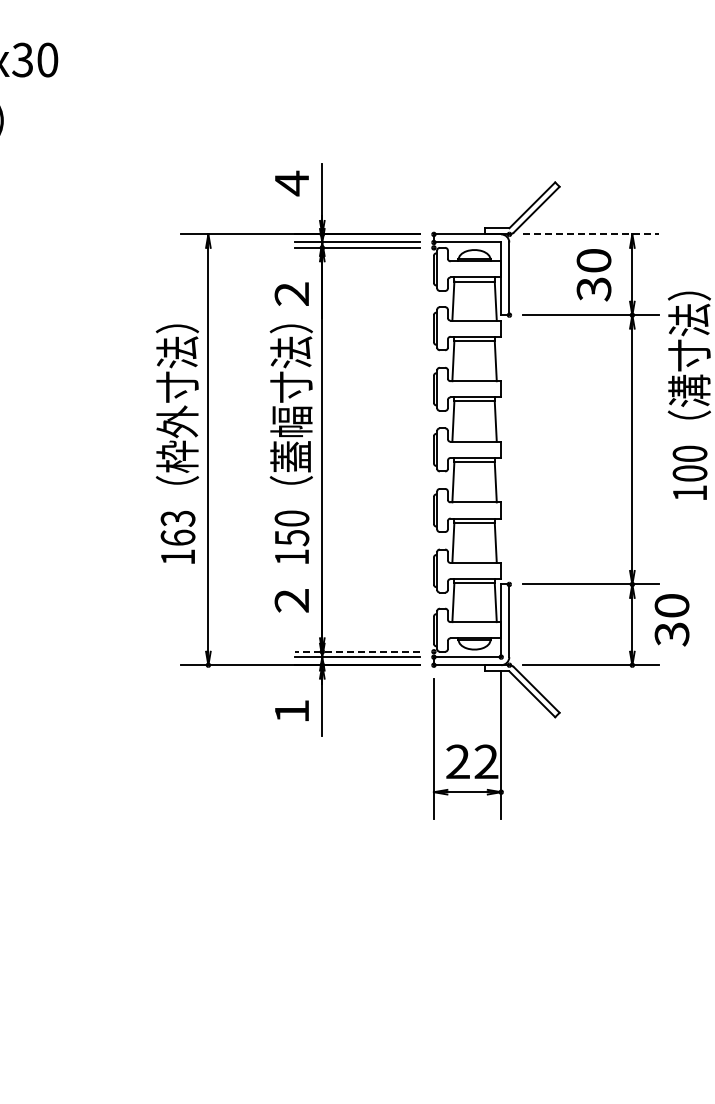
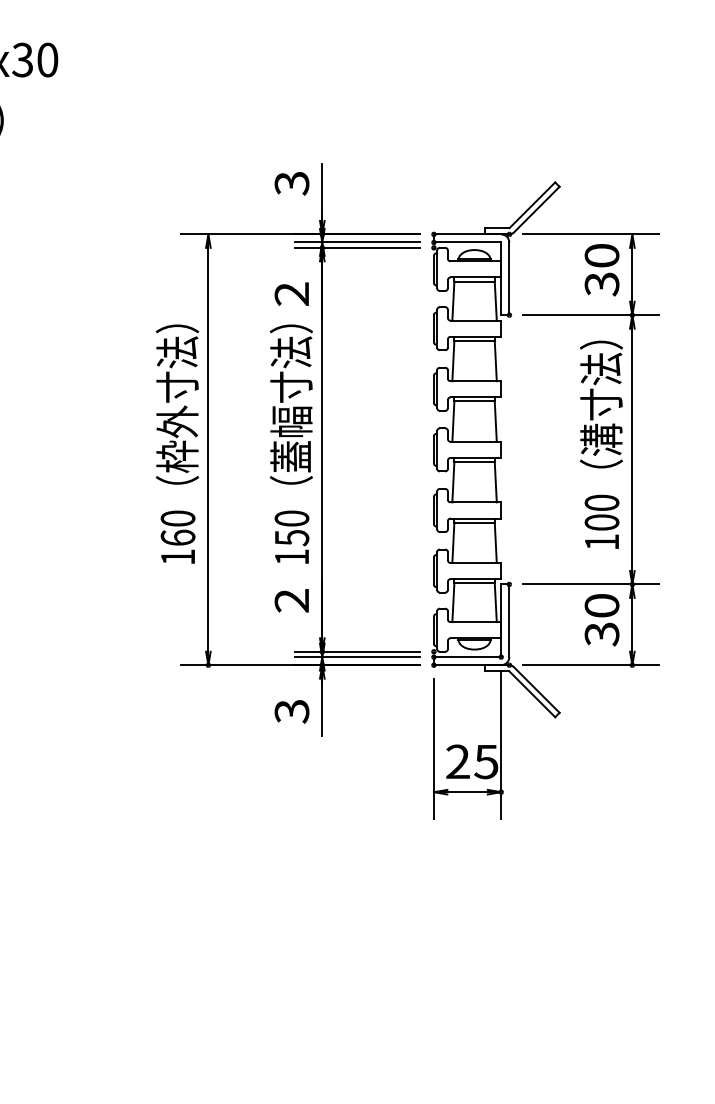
text at (291, 183): 4 -> 3
line at (591, 234): dashed -> solid
text at (593, 275) position: (593, 275) -> (601, 270)
text at (688, 395) position: (688, 395) -> (600, 444)
text at (177, 518): 163 -> 160
text at (671, 620) position: (671, 620) -> (601, 620)
line at (357, 651): dashed -> solid
text at (291, 711): 1 -> 3
text at (486, 761): 22 -> 25
